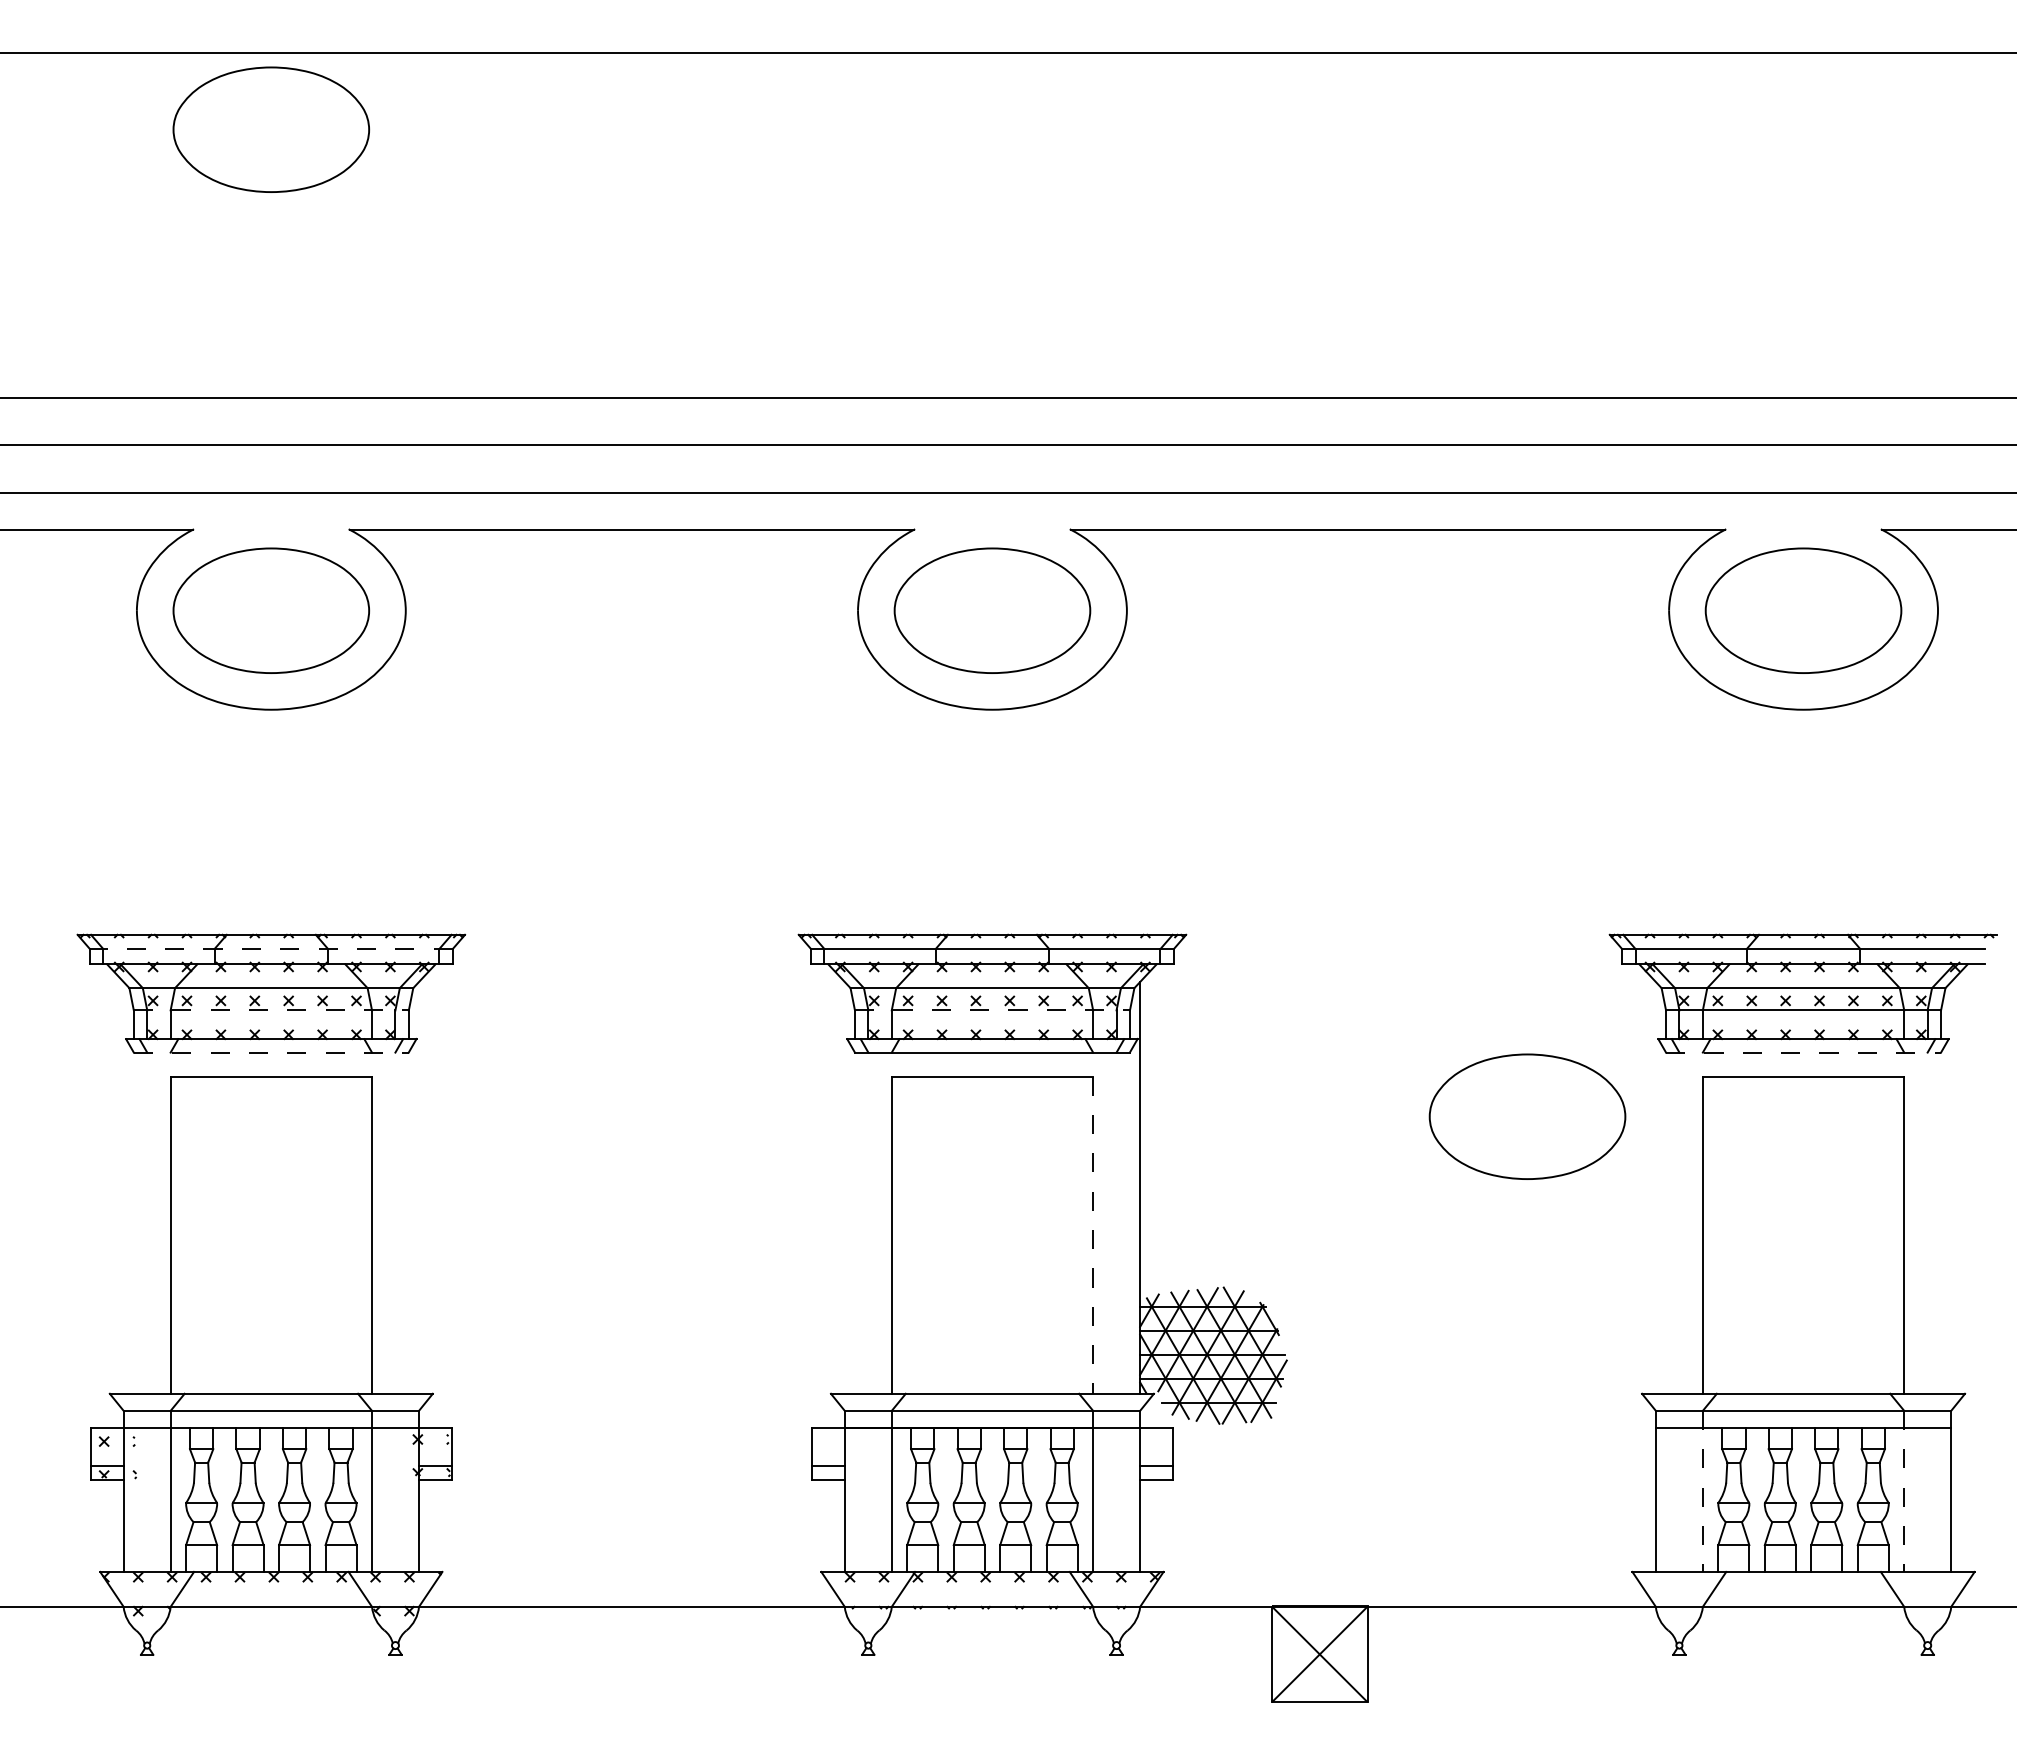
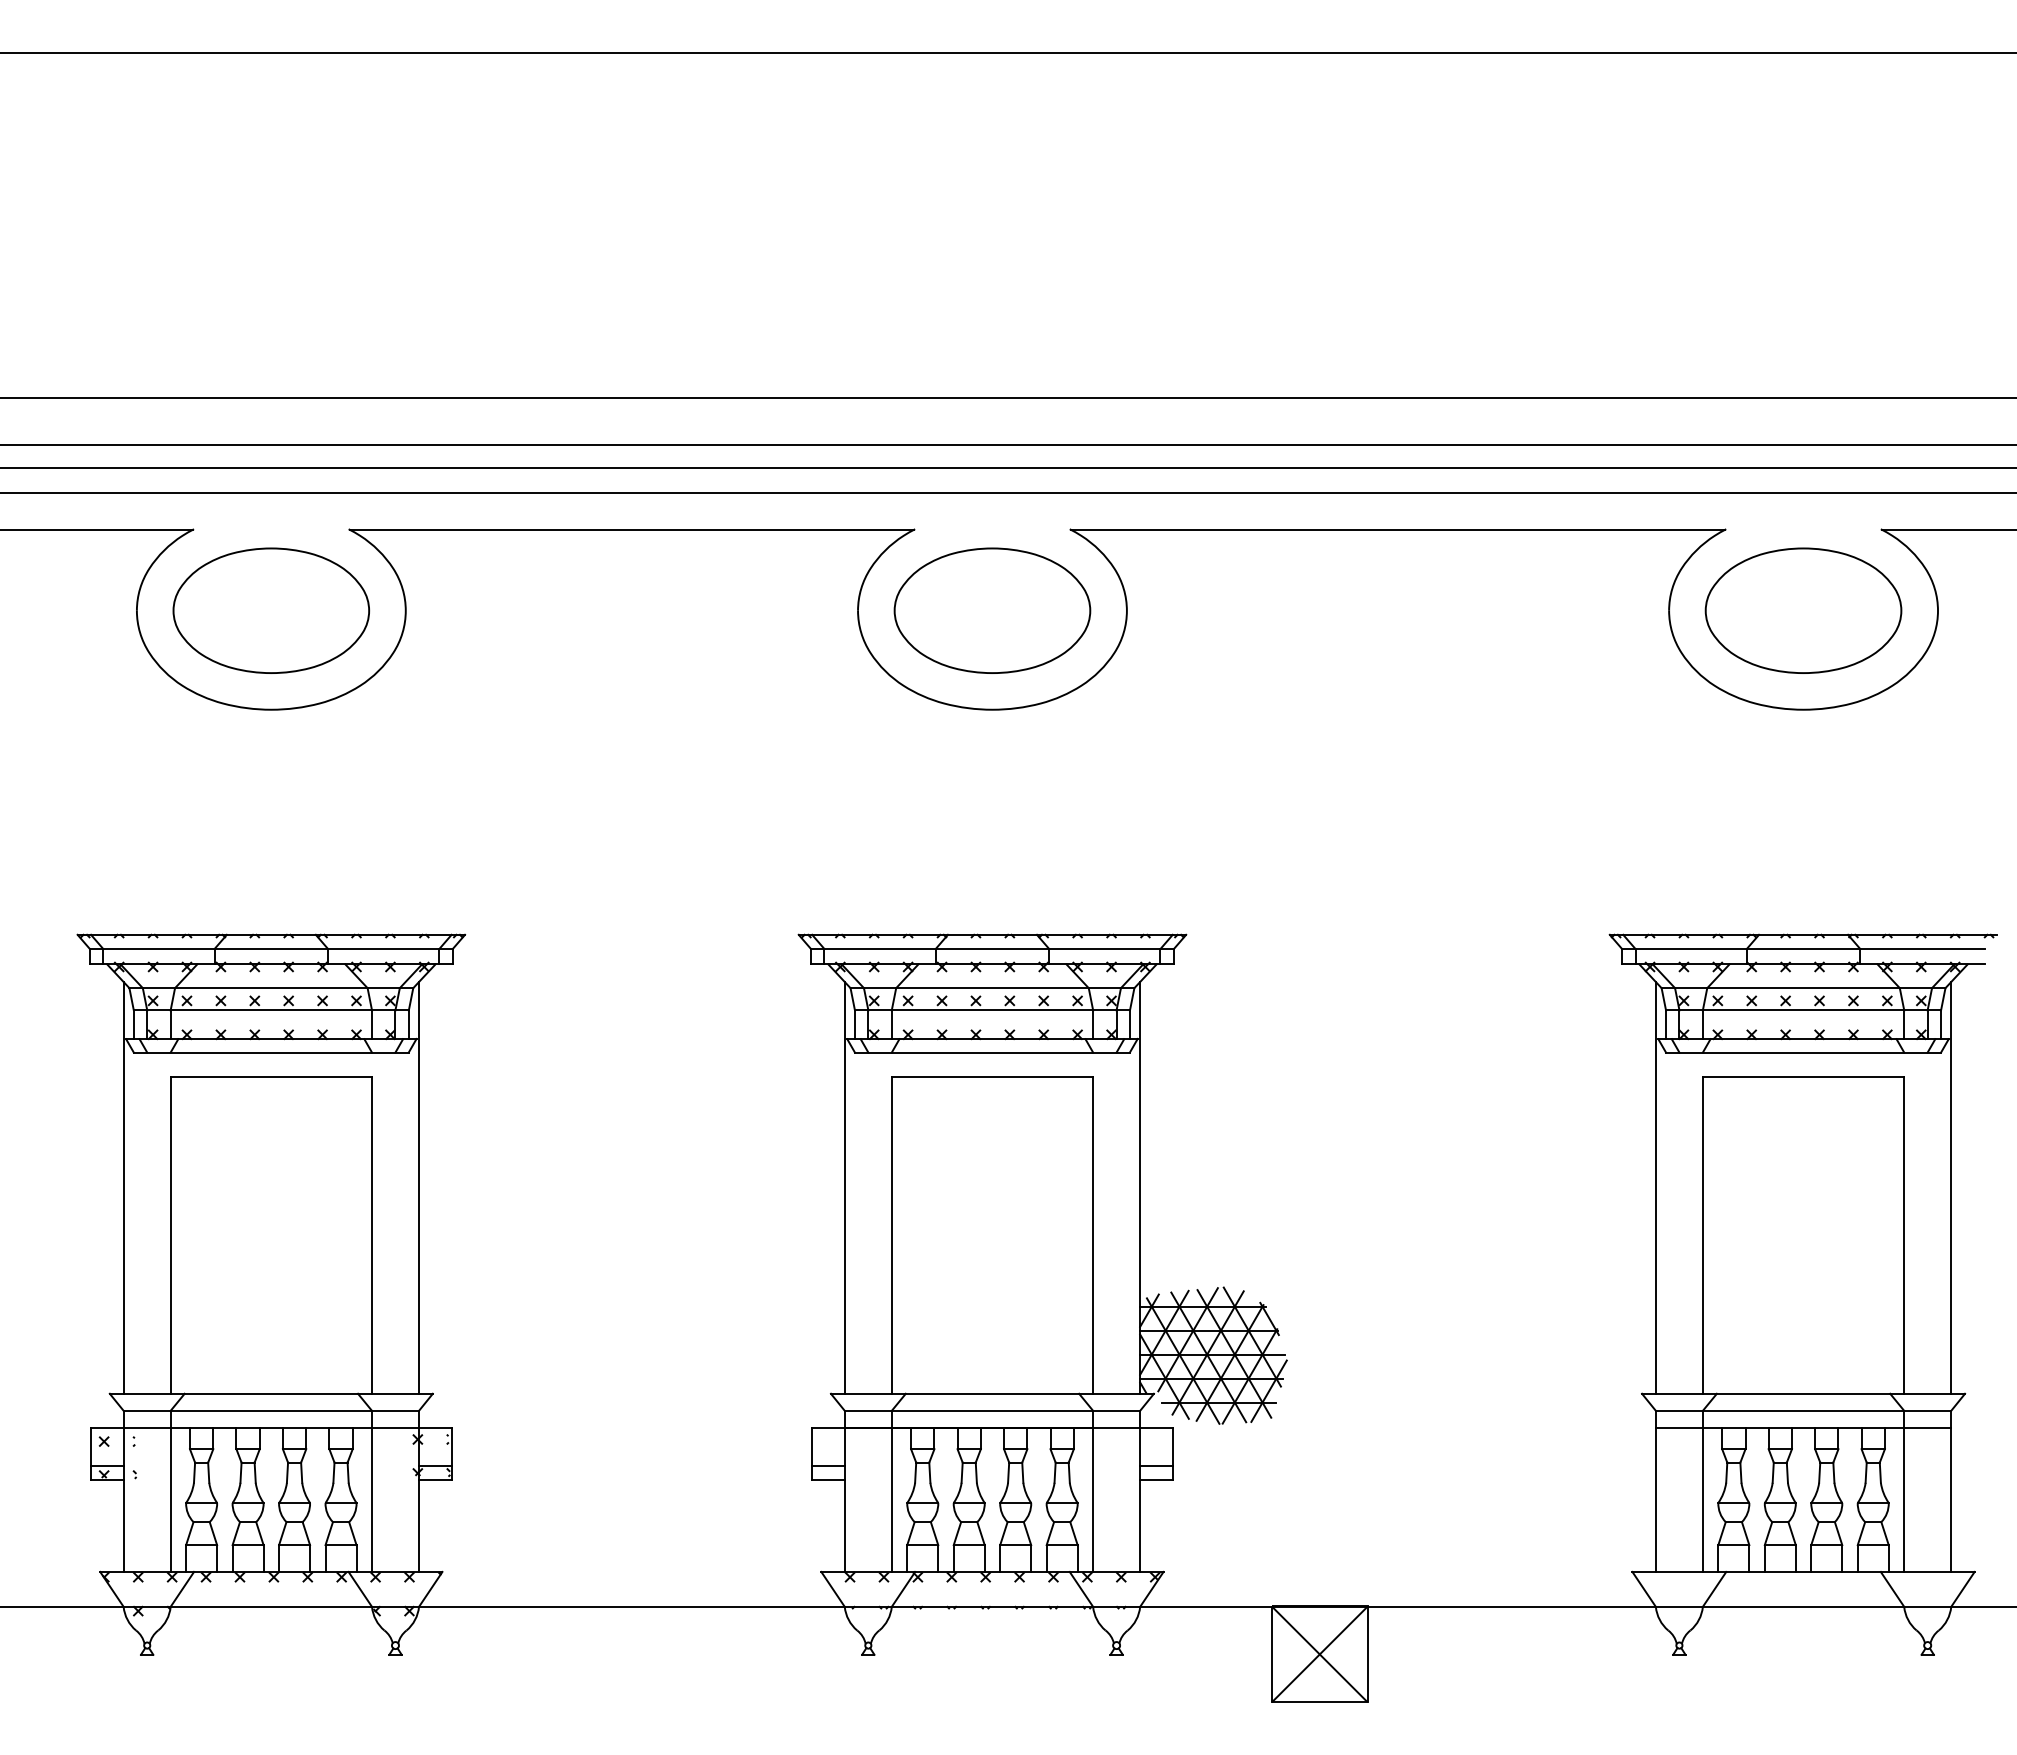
part at (270, 129): present -> none
line at (1007, 468): none -> present
line at (270, 949): dashed -> solid
line at (271, 1010): dashed -> solid
line at (992, 1010): dashed -> solid
line at (271, 1052): dashed -> solid
line at (1803, 1052): dashed -> solid
part at (1527, 1116): present -> none
line at (123, 1187): none -> present
line at (419, 1187): none -> present
line at (844, 1187): none -> present
line at (1655, 1187): none -> present
line at (1951, 1187): none -> present
line at (1093, 1235): dashed -> solid
line at (1702, 1491): dashed -> solid
line at (1904, 1491): dashed -> solid
